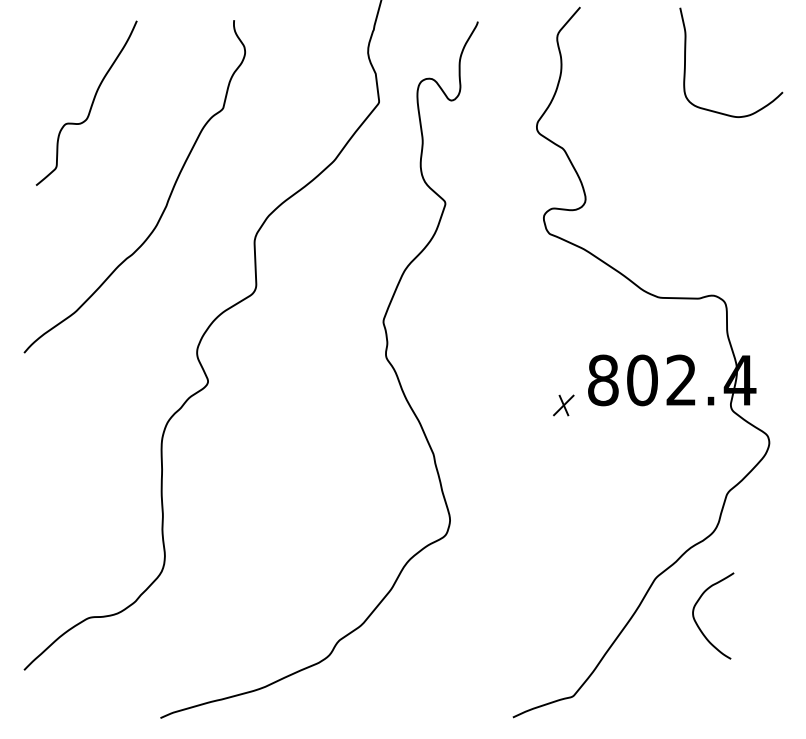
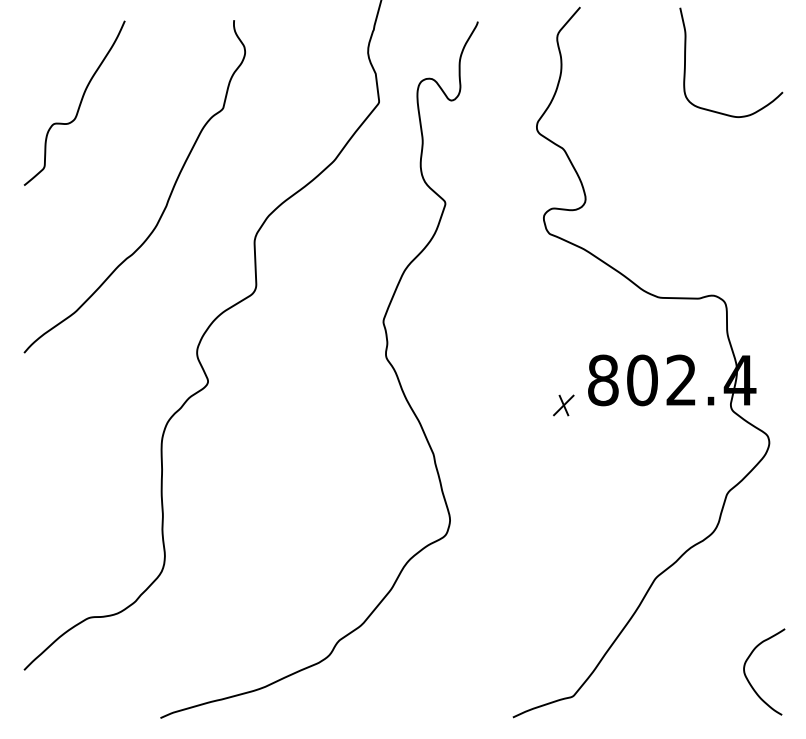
curve at (91, 103) position: (91, 103) -> (79, 103)
curve at (699, 626) position: (699, 626) -> (750, 682)
